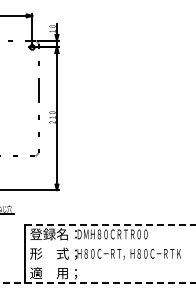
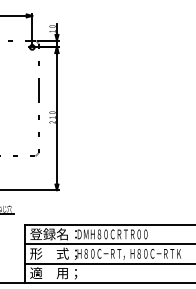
line at (109, 224): dashed -> solid
line at (108, 244): none -> present
line at (108, 263): none -> present
line at (97, 283): dashed -> solid
